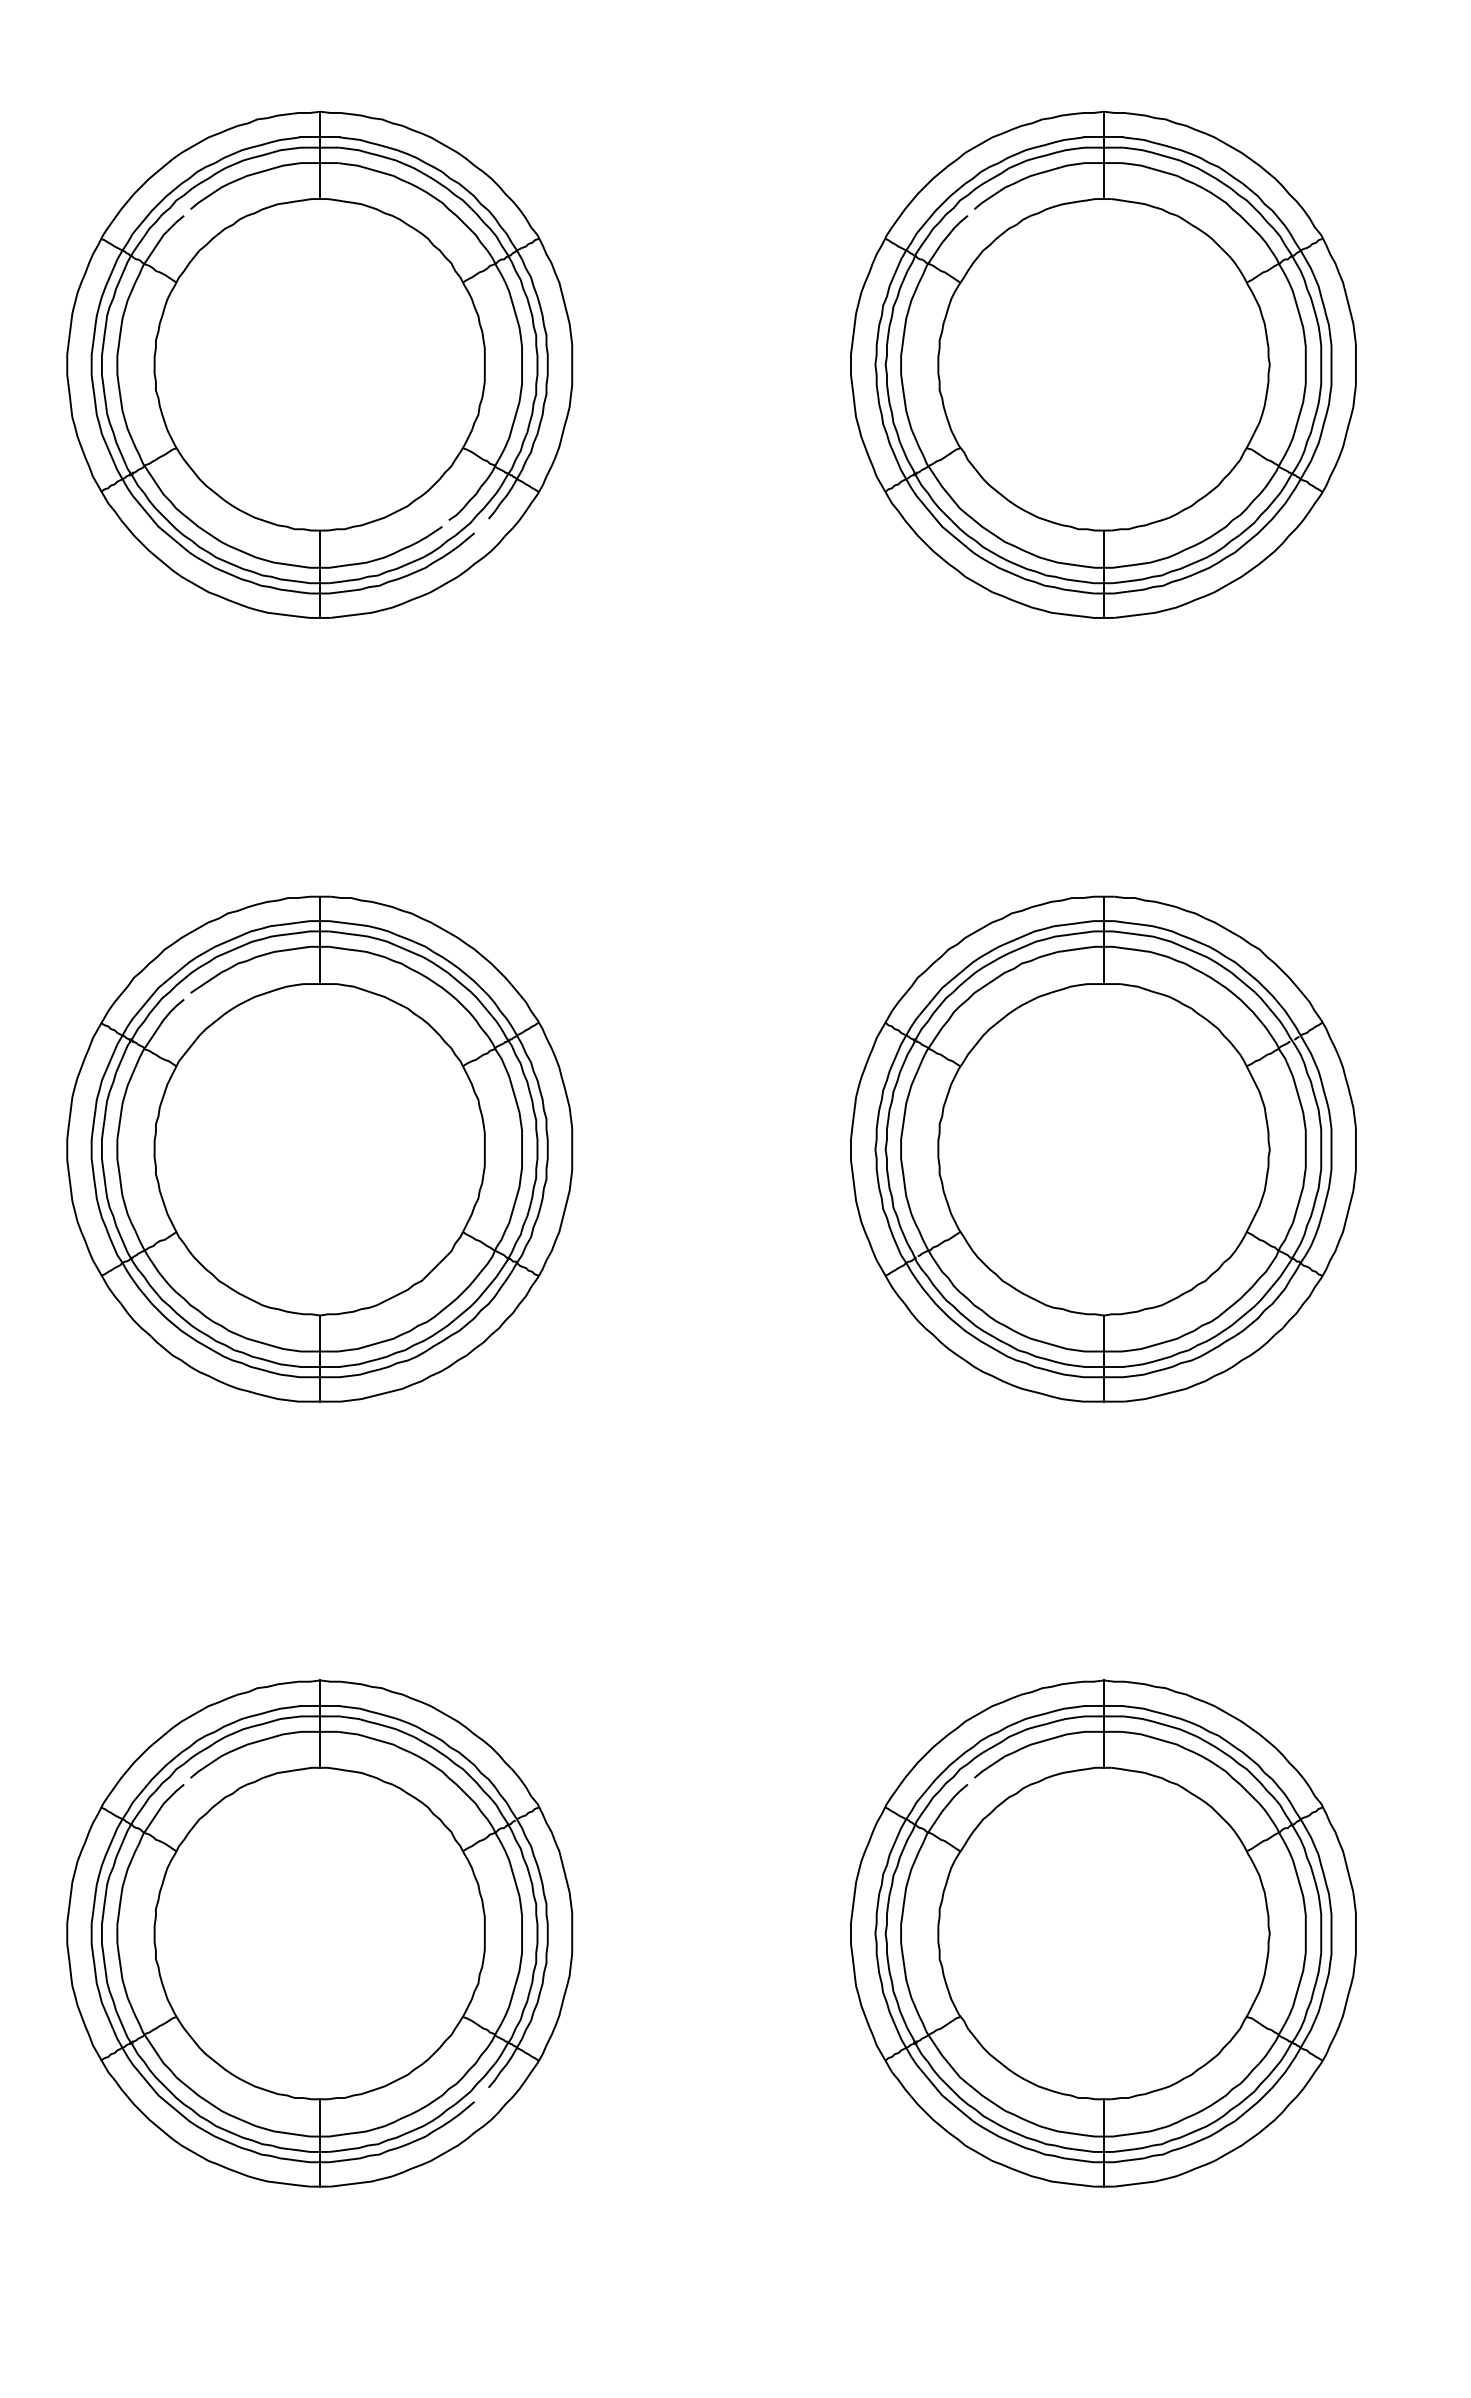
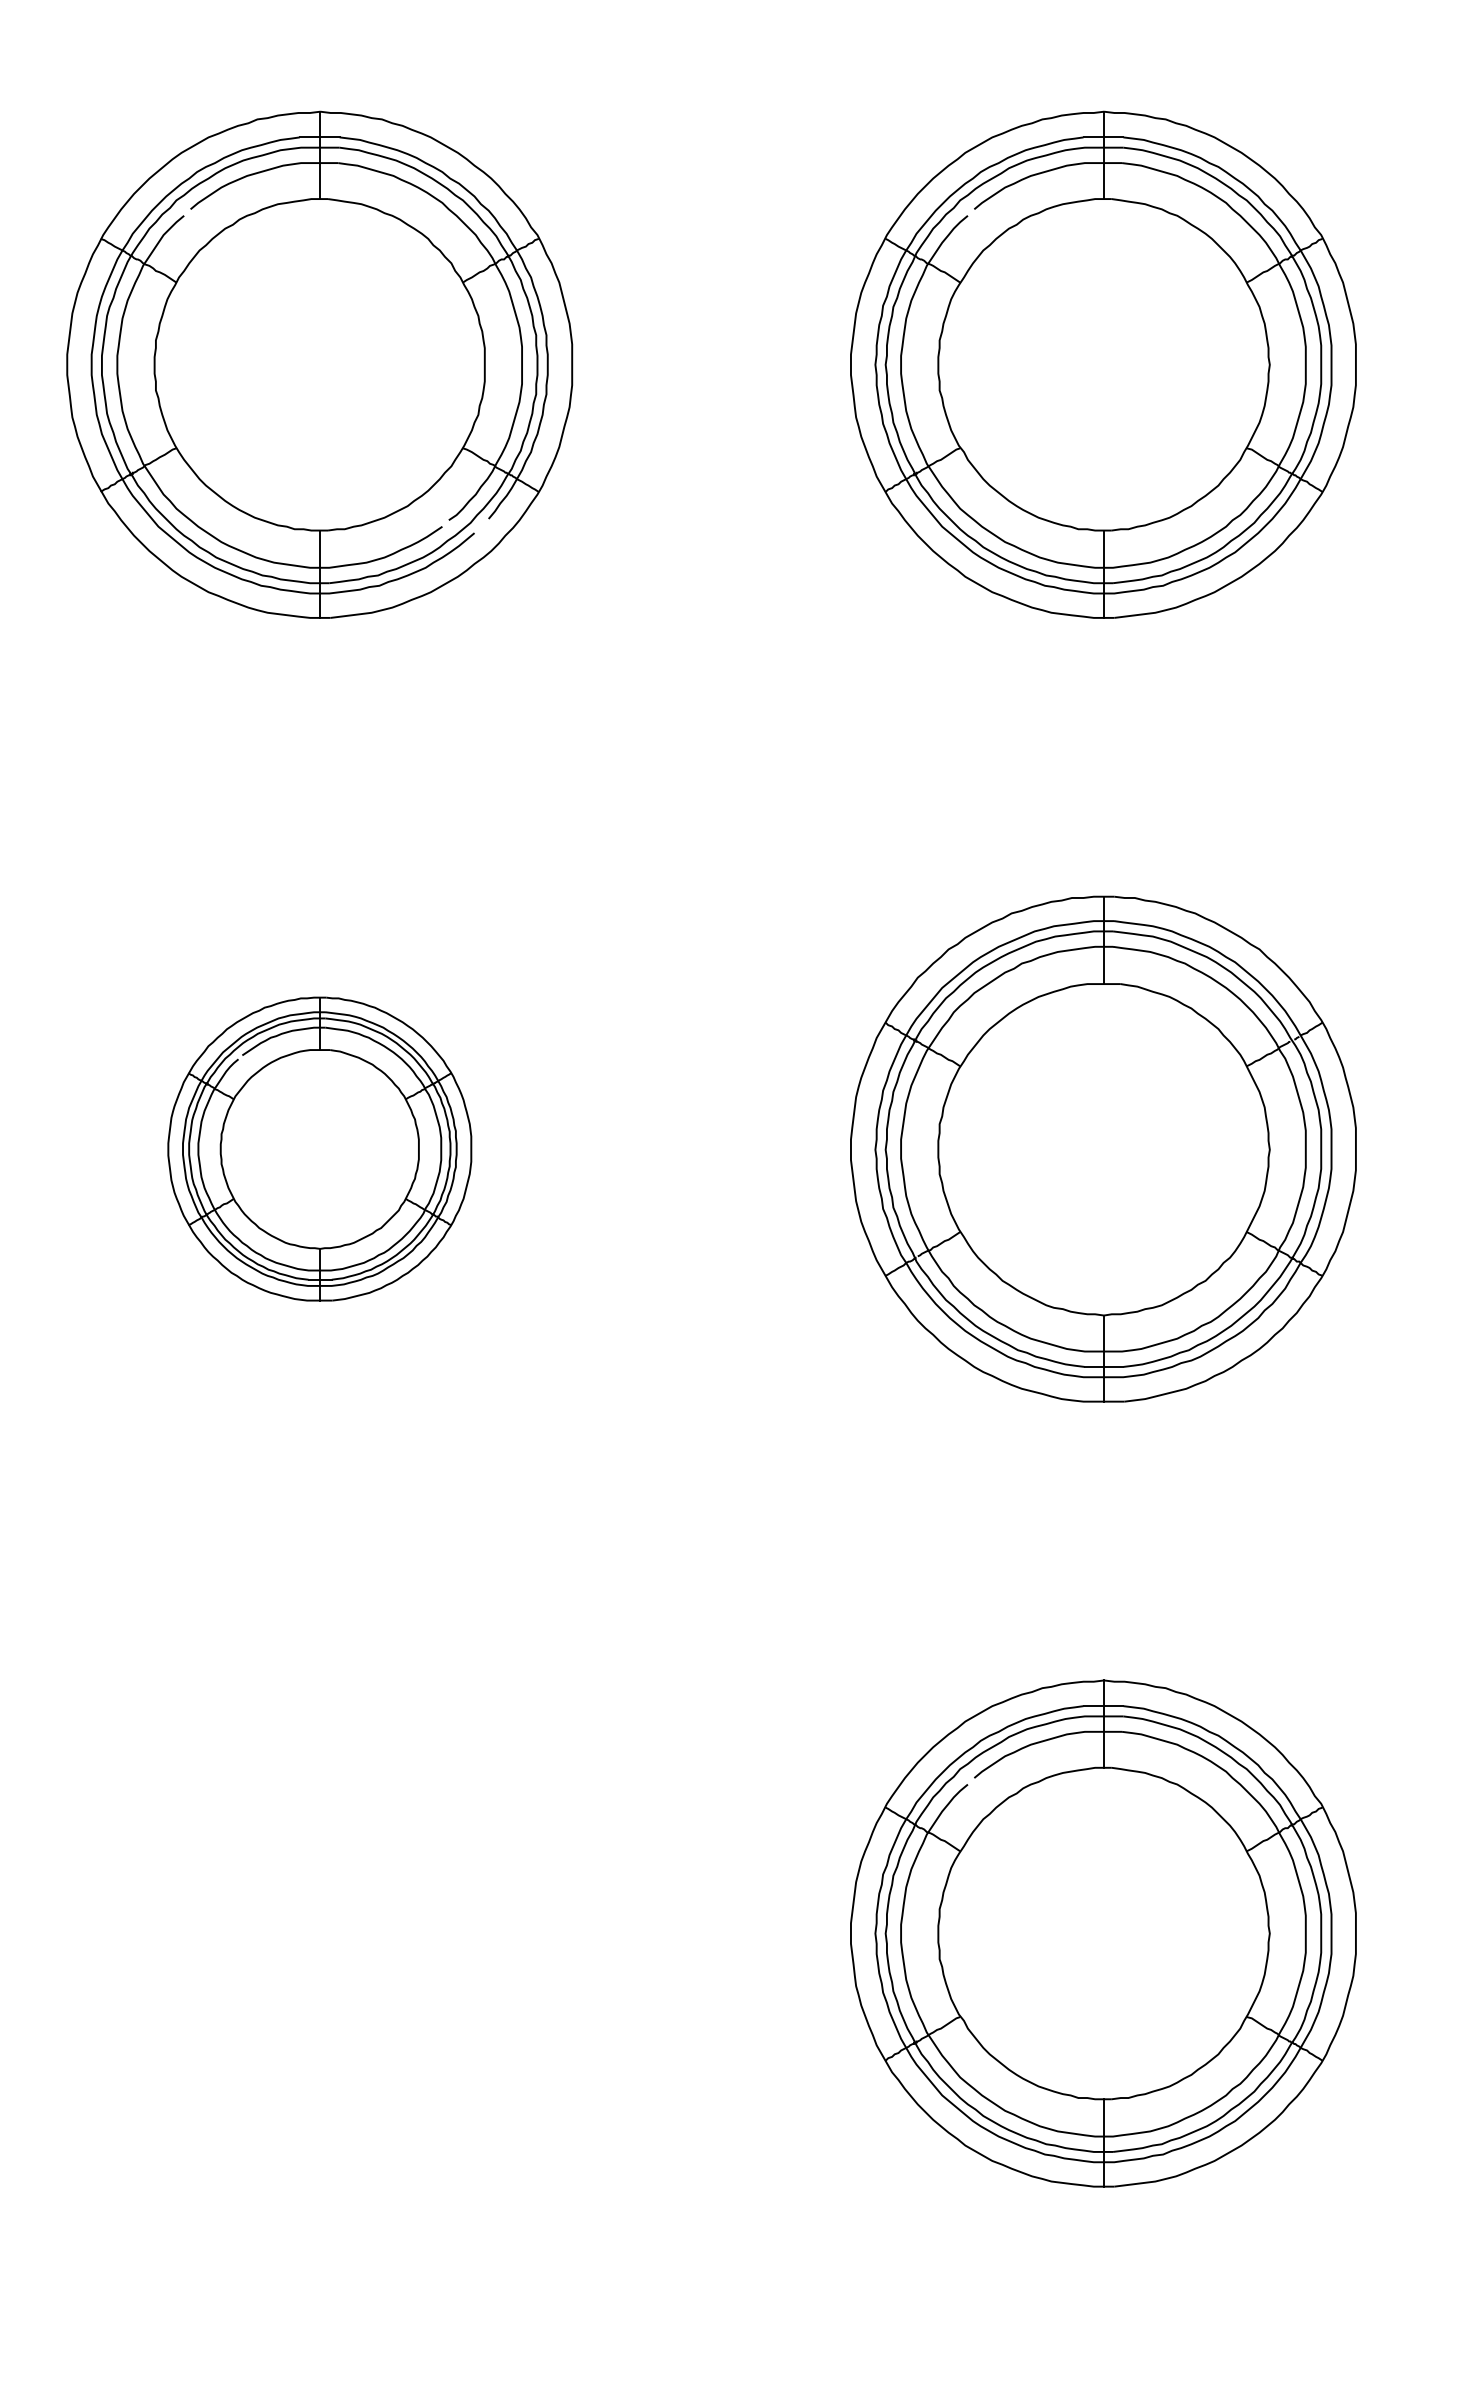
part at (319, 1148) size: 508x508 px -> 306x306 px
part at (319, 1933): present -> none
